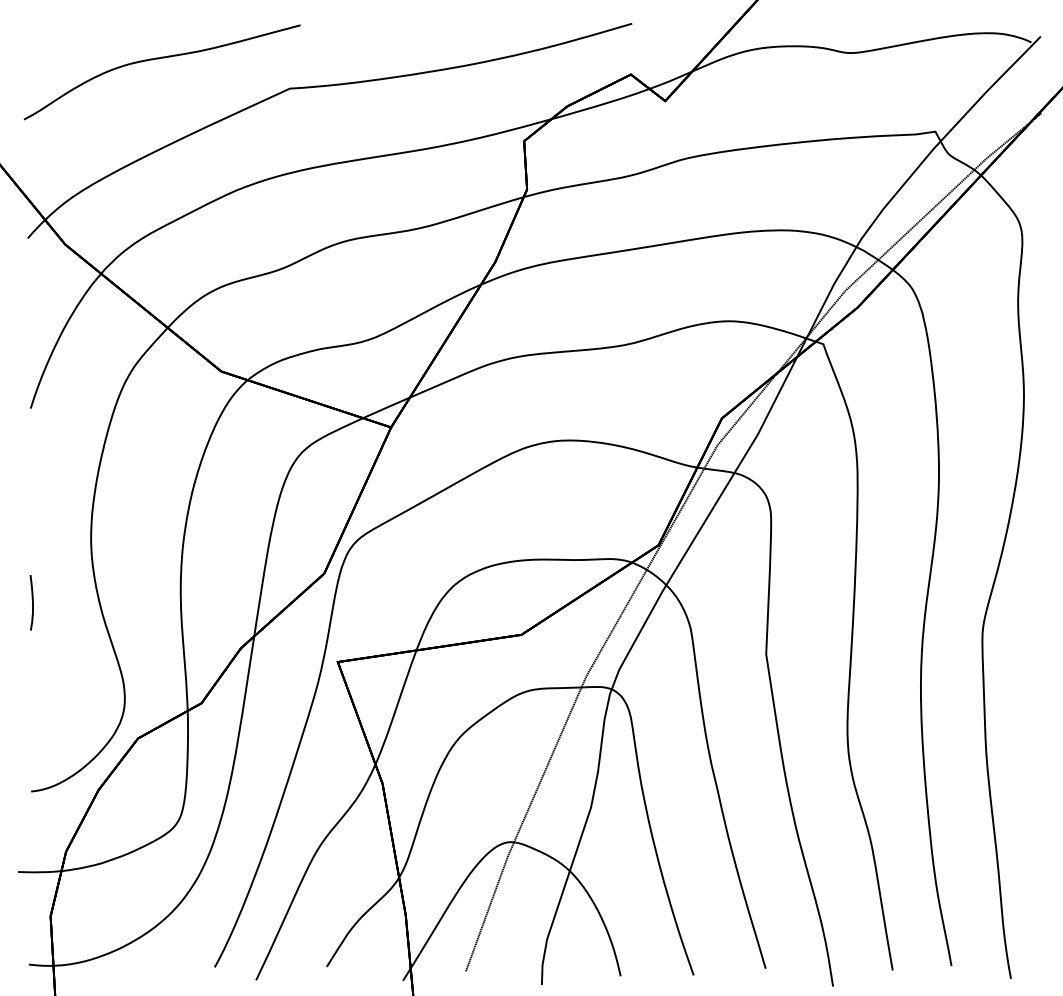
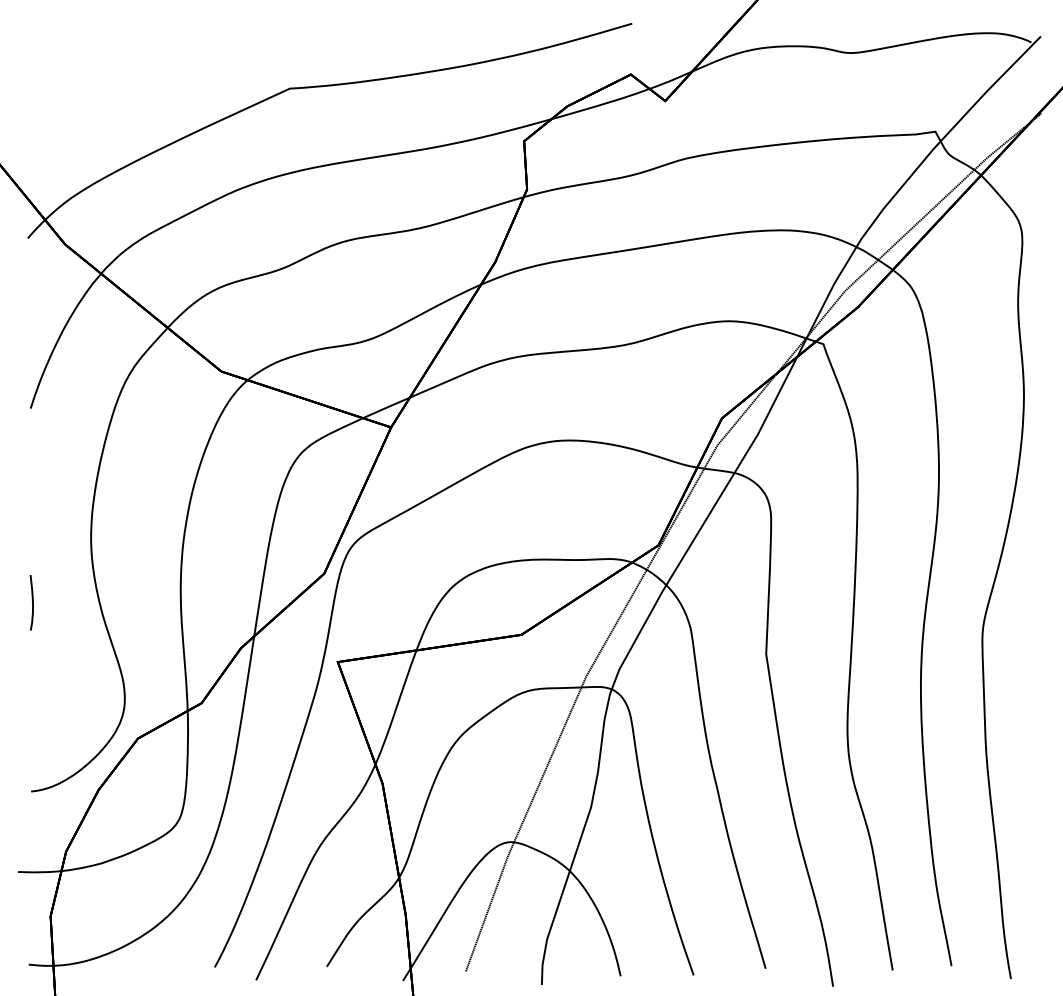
curve at (158, 59): present -> none
